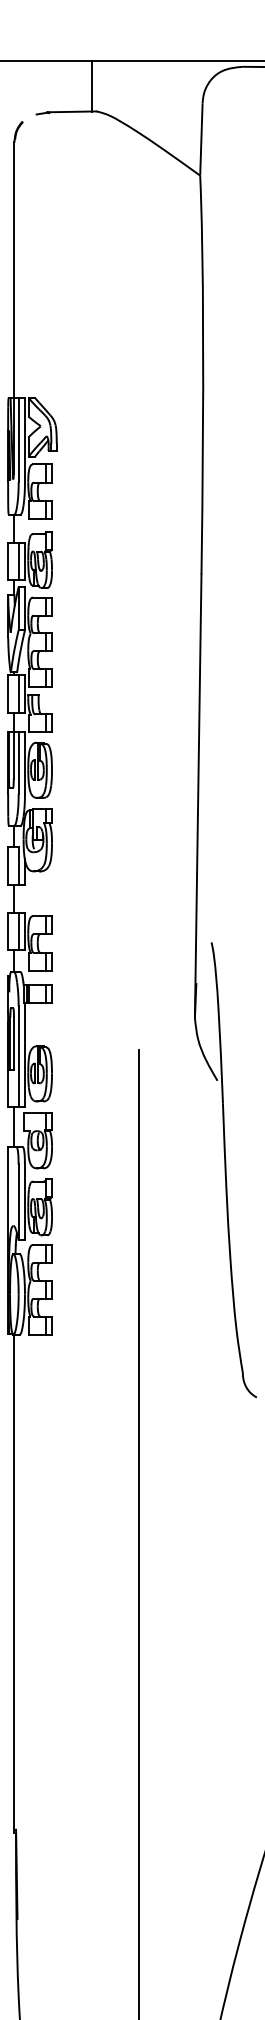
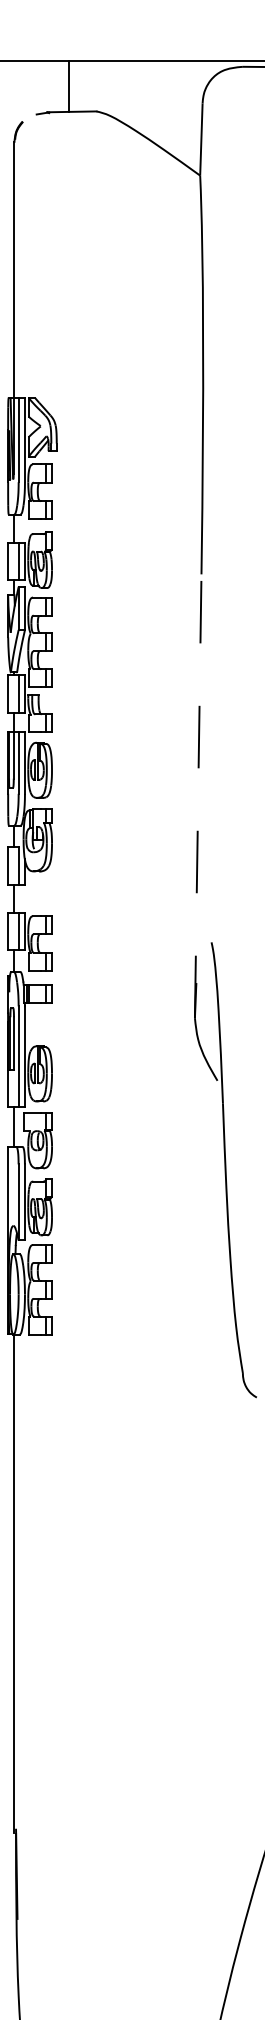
line at (92, 85) position: (92, 85) -> (69, 85)
line at (198, 796): solid -> dashed
line at (139, 1532): present -> none
